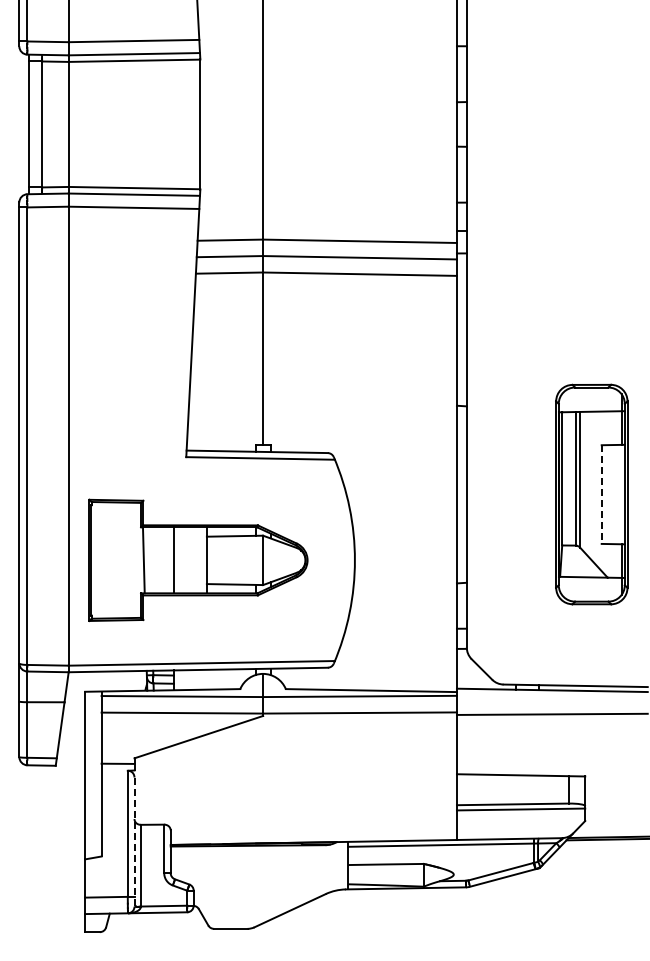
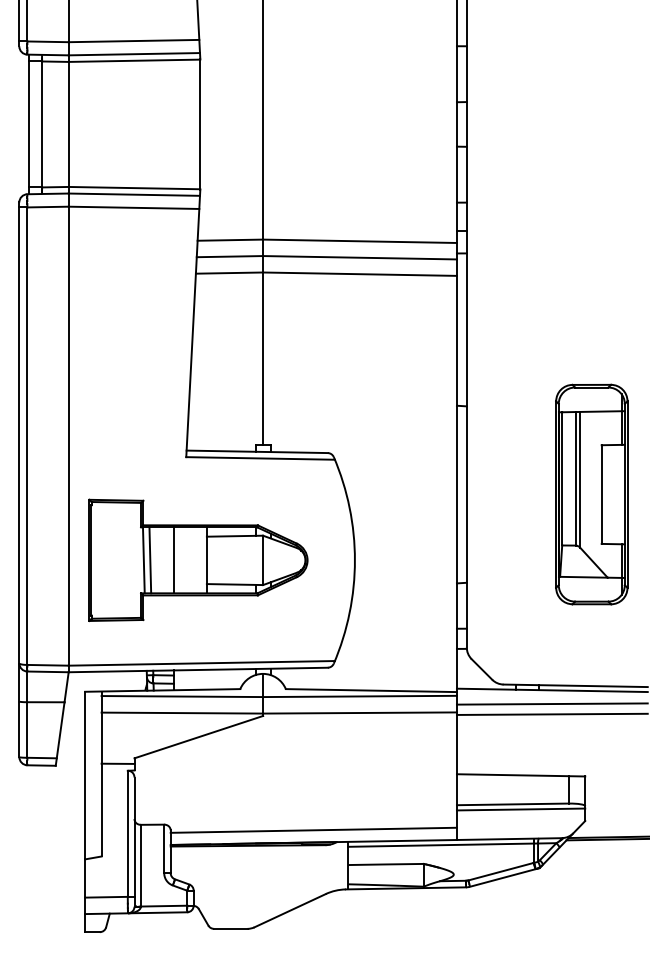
line at (601, 495): dashed -> solid
line at (150, 560): none -> present
line at (551, 703): none -> present
line at (313, 829): none -> present
line at (134, 842): dashed -> solid
